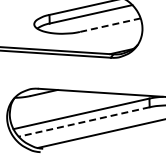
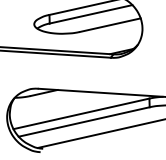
line at (109, 25): dashed -> solid
line at (83, 122): dashed -> solid
